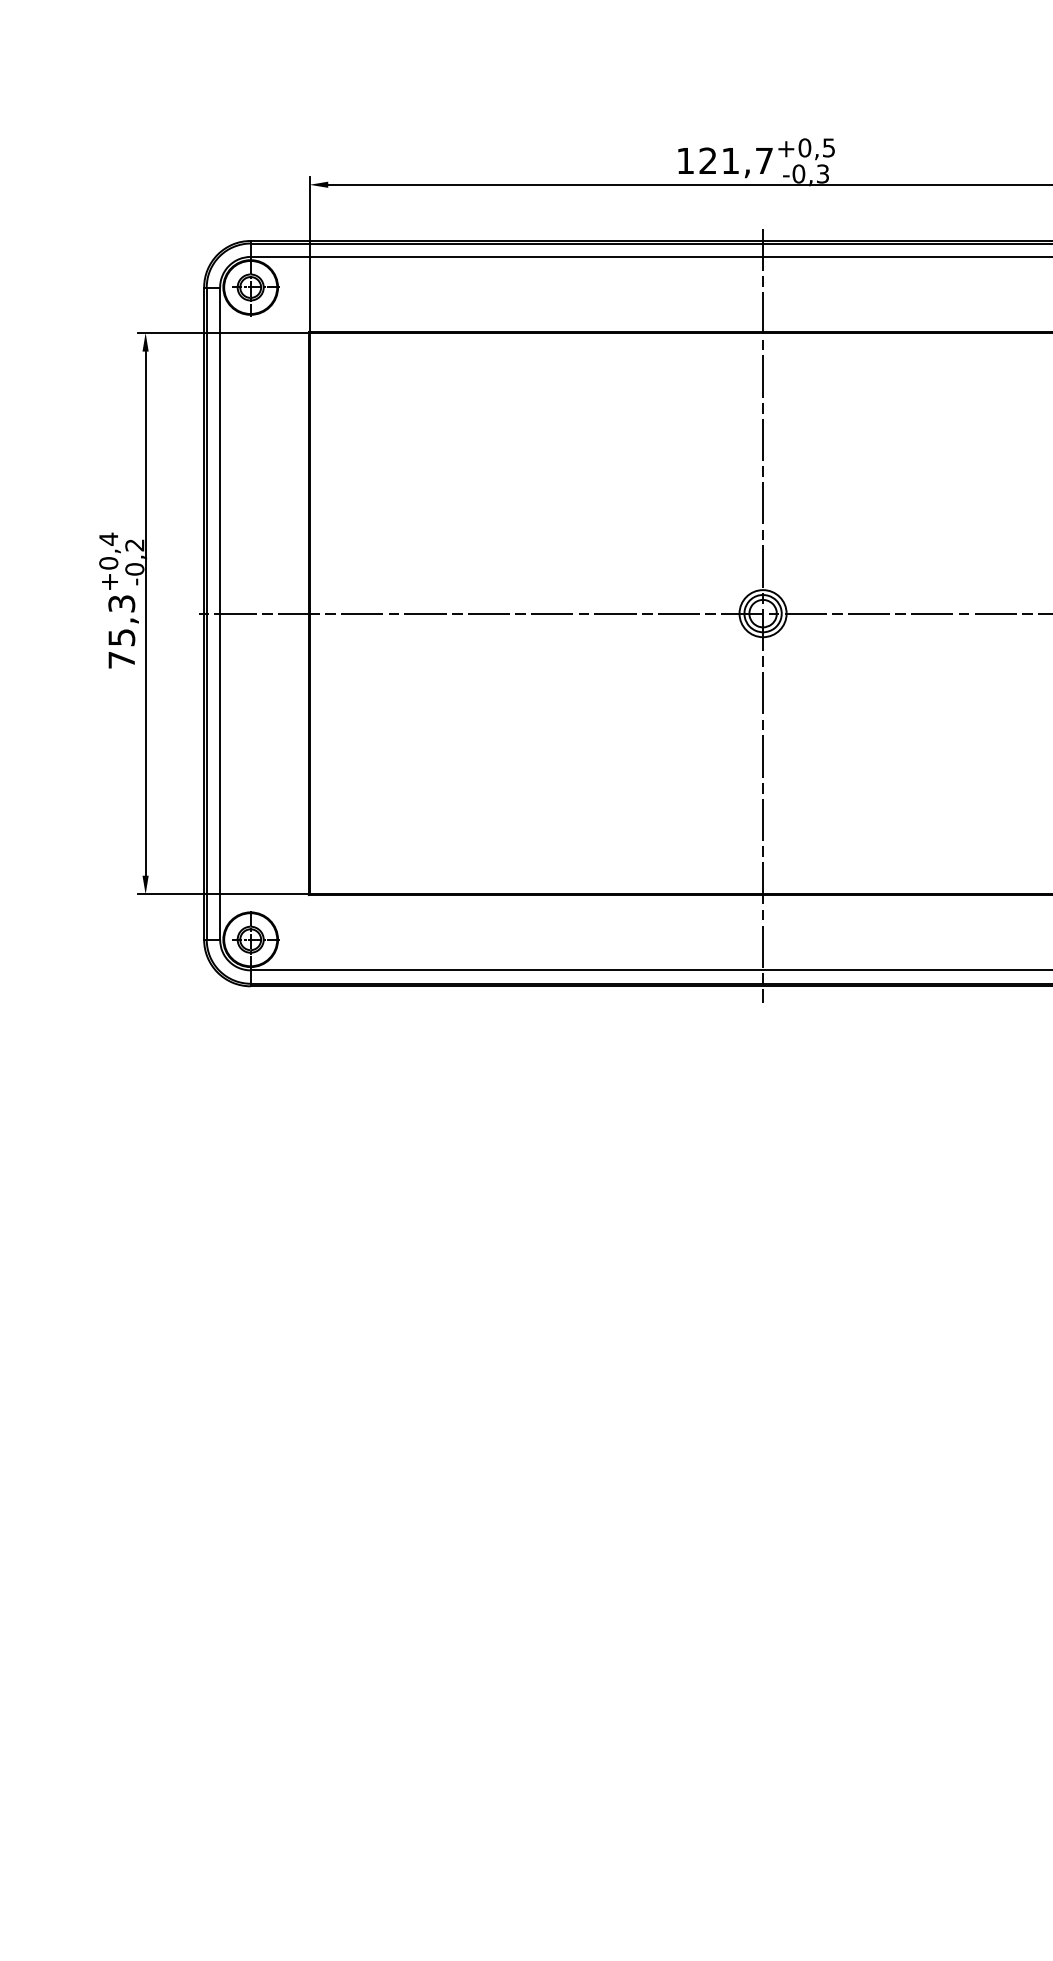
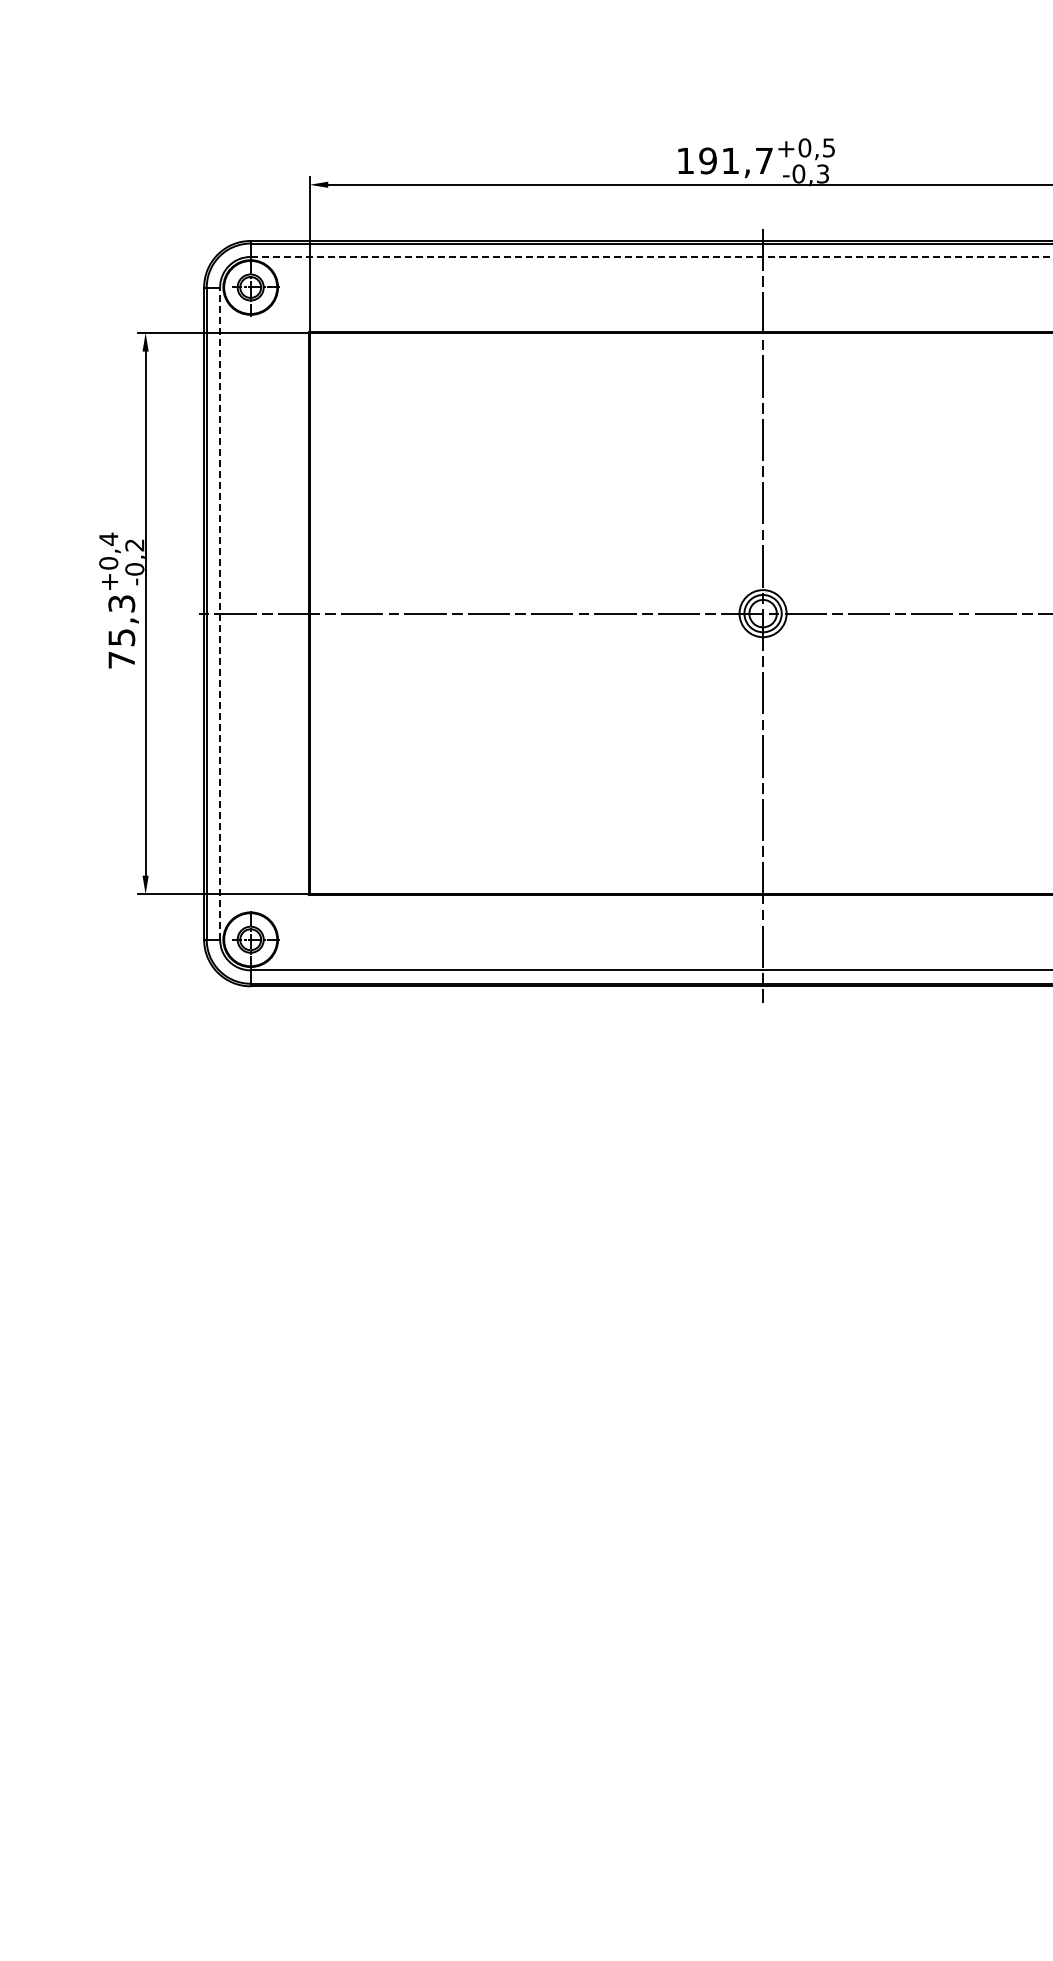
text at (707, 160): 121,7 -> 191,7
line at (651, 256): solid -> dashed
line at (220, 613): solid -> dashed
